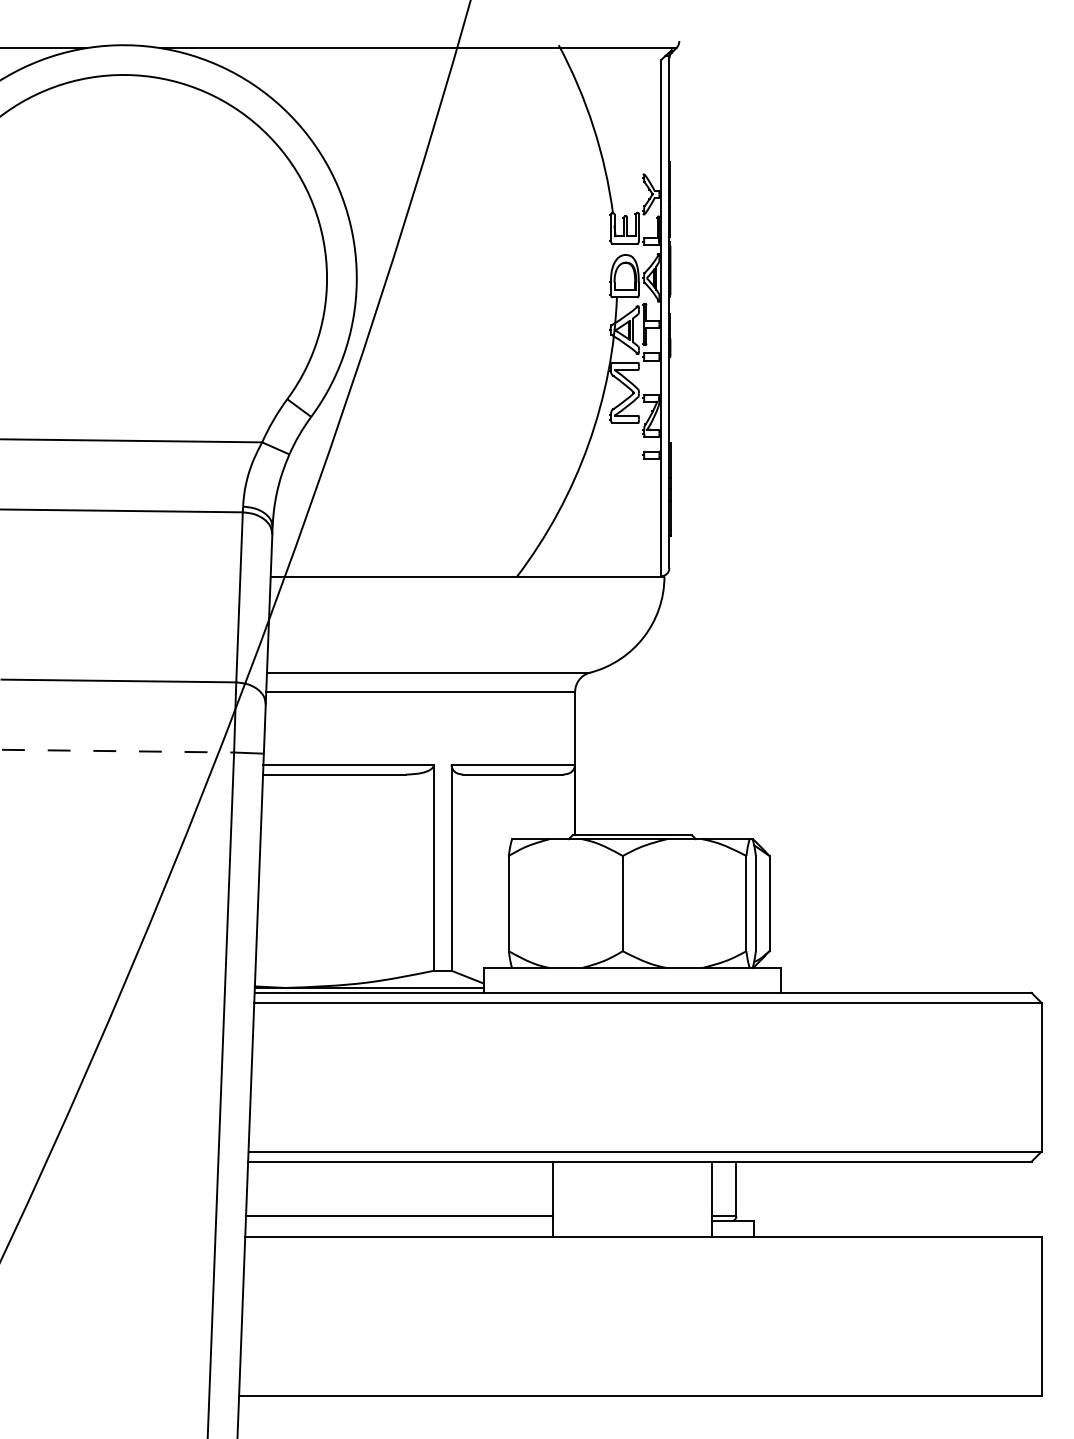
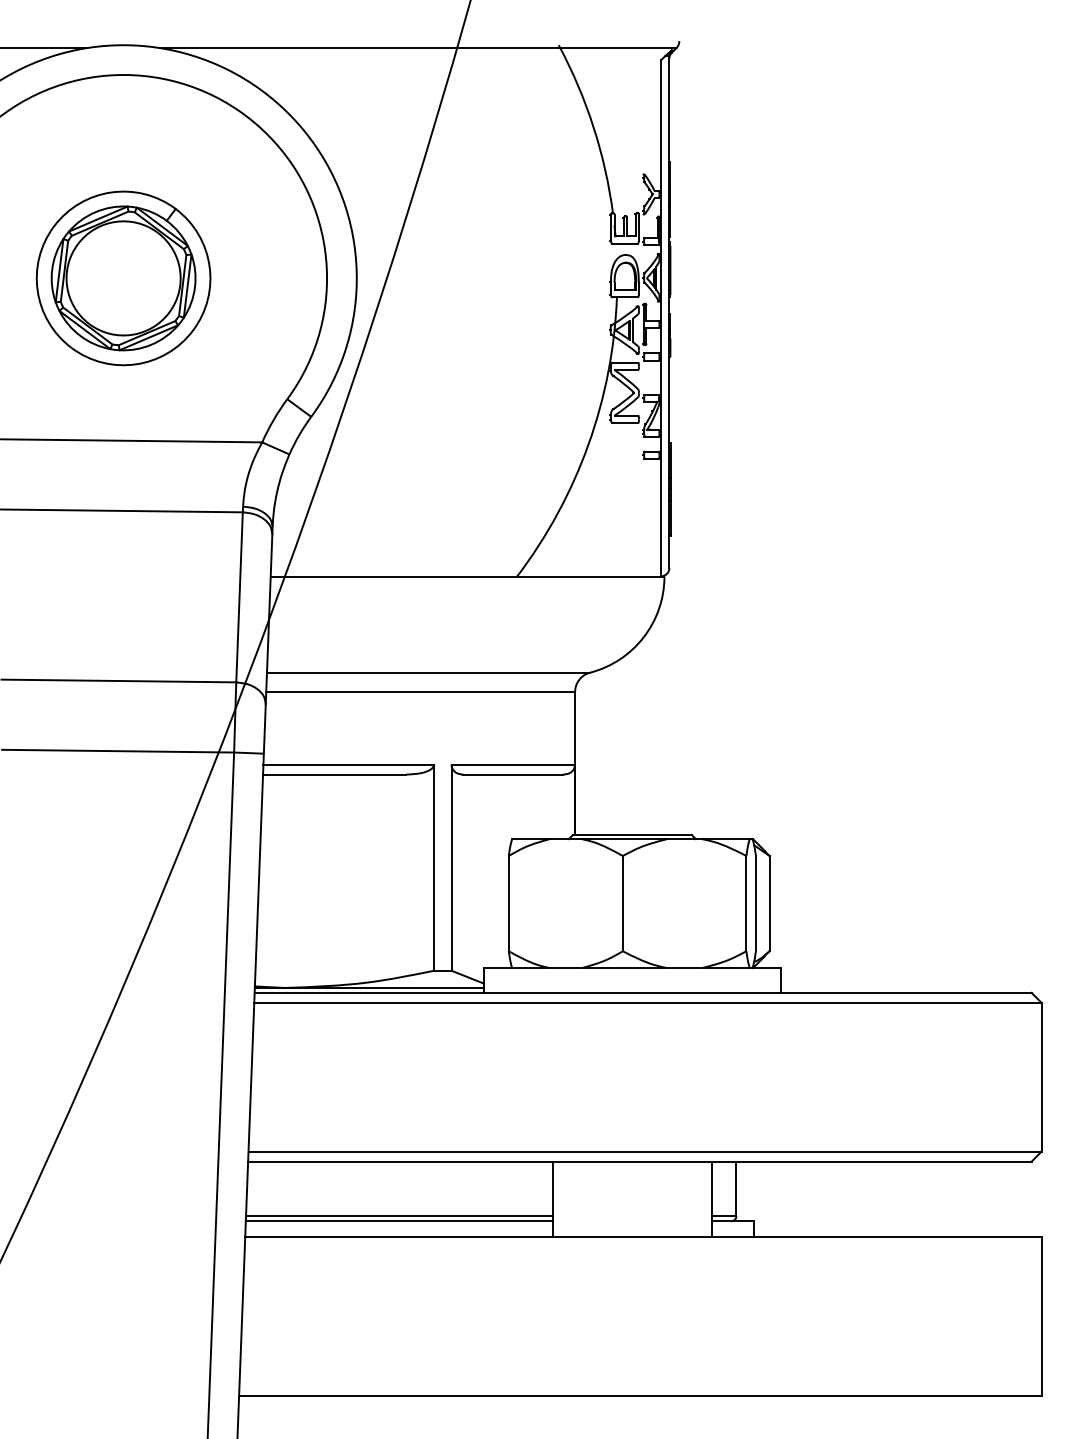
part at (123, 278): none -> present
line at (118, 751): dashed -> solid
line at (398, 1221): none -> present
